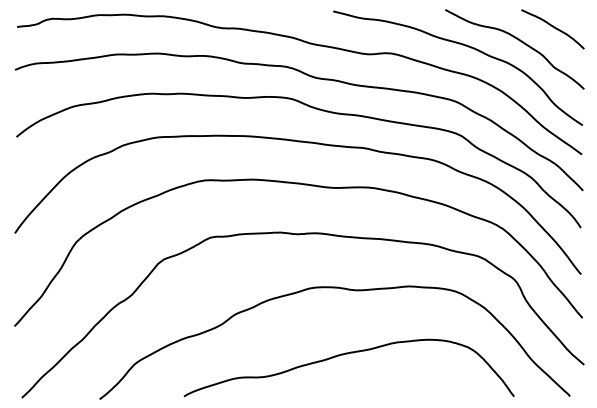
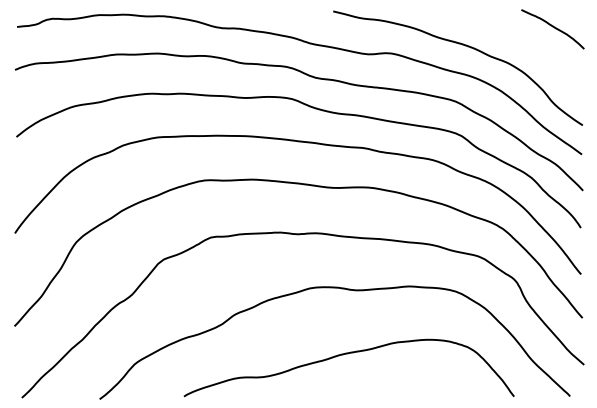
curve at (519, 41): present -> none
